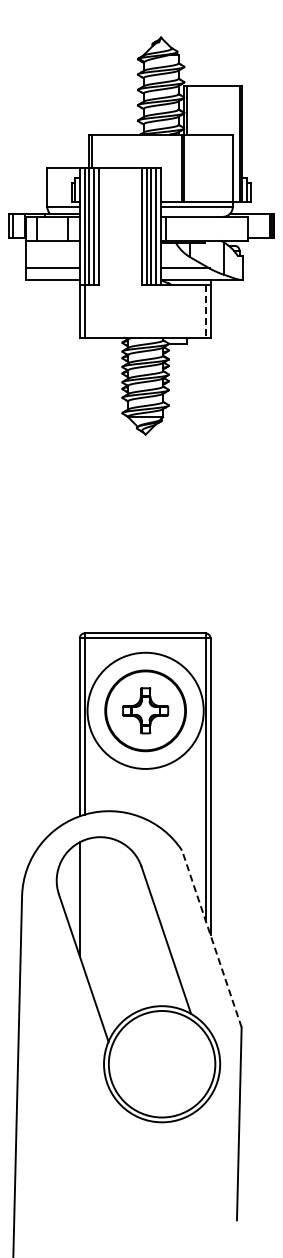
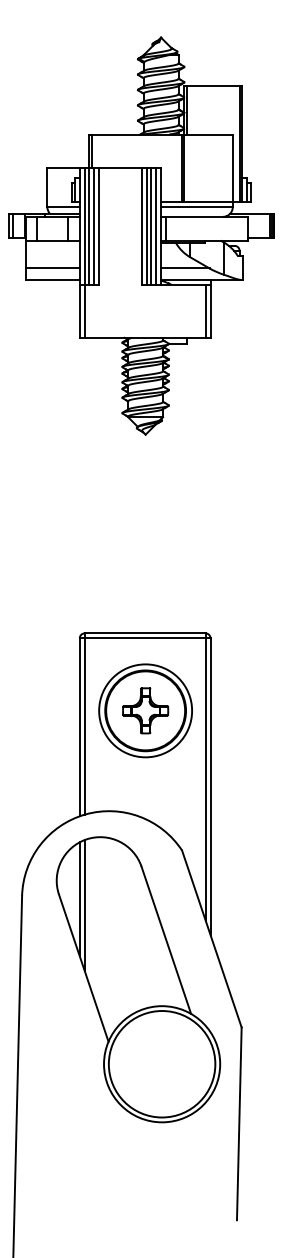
line at (205, 311): dashed -> solid
circle at (145, 710) diameter: 116 px -> 93 px
line at (84, 905): none -> present
line at (211, 938): dashed -> solid
